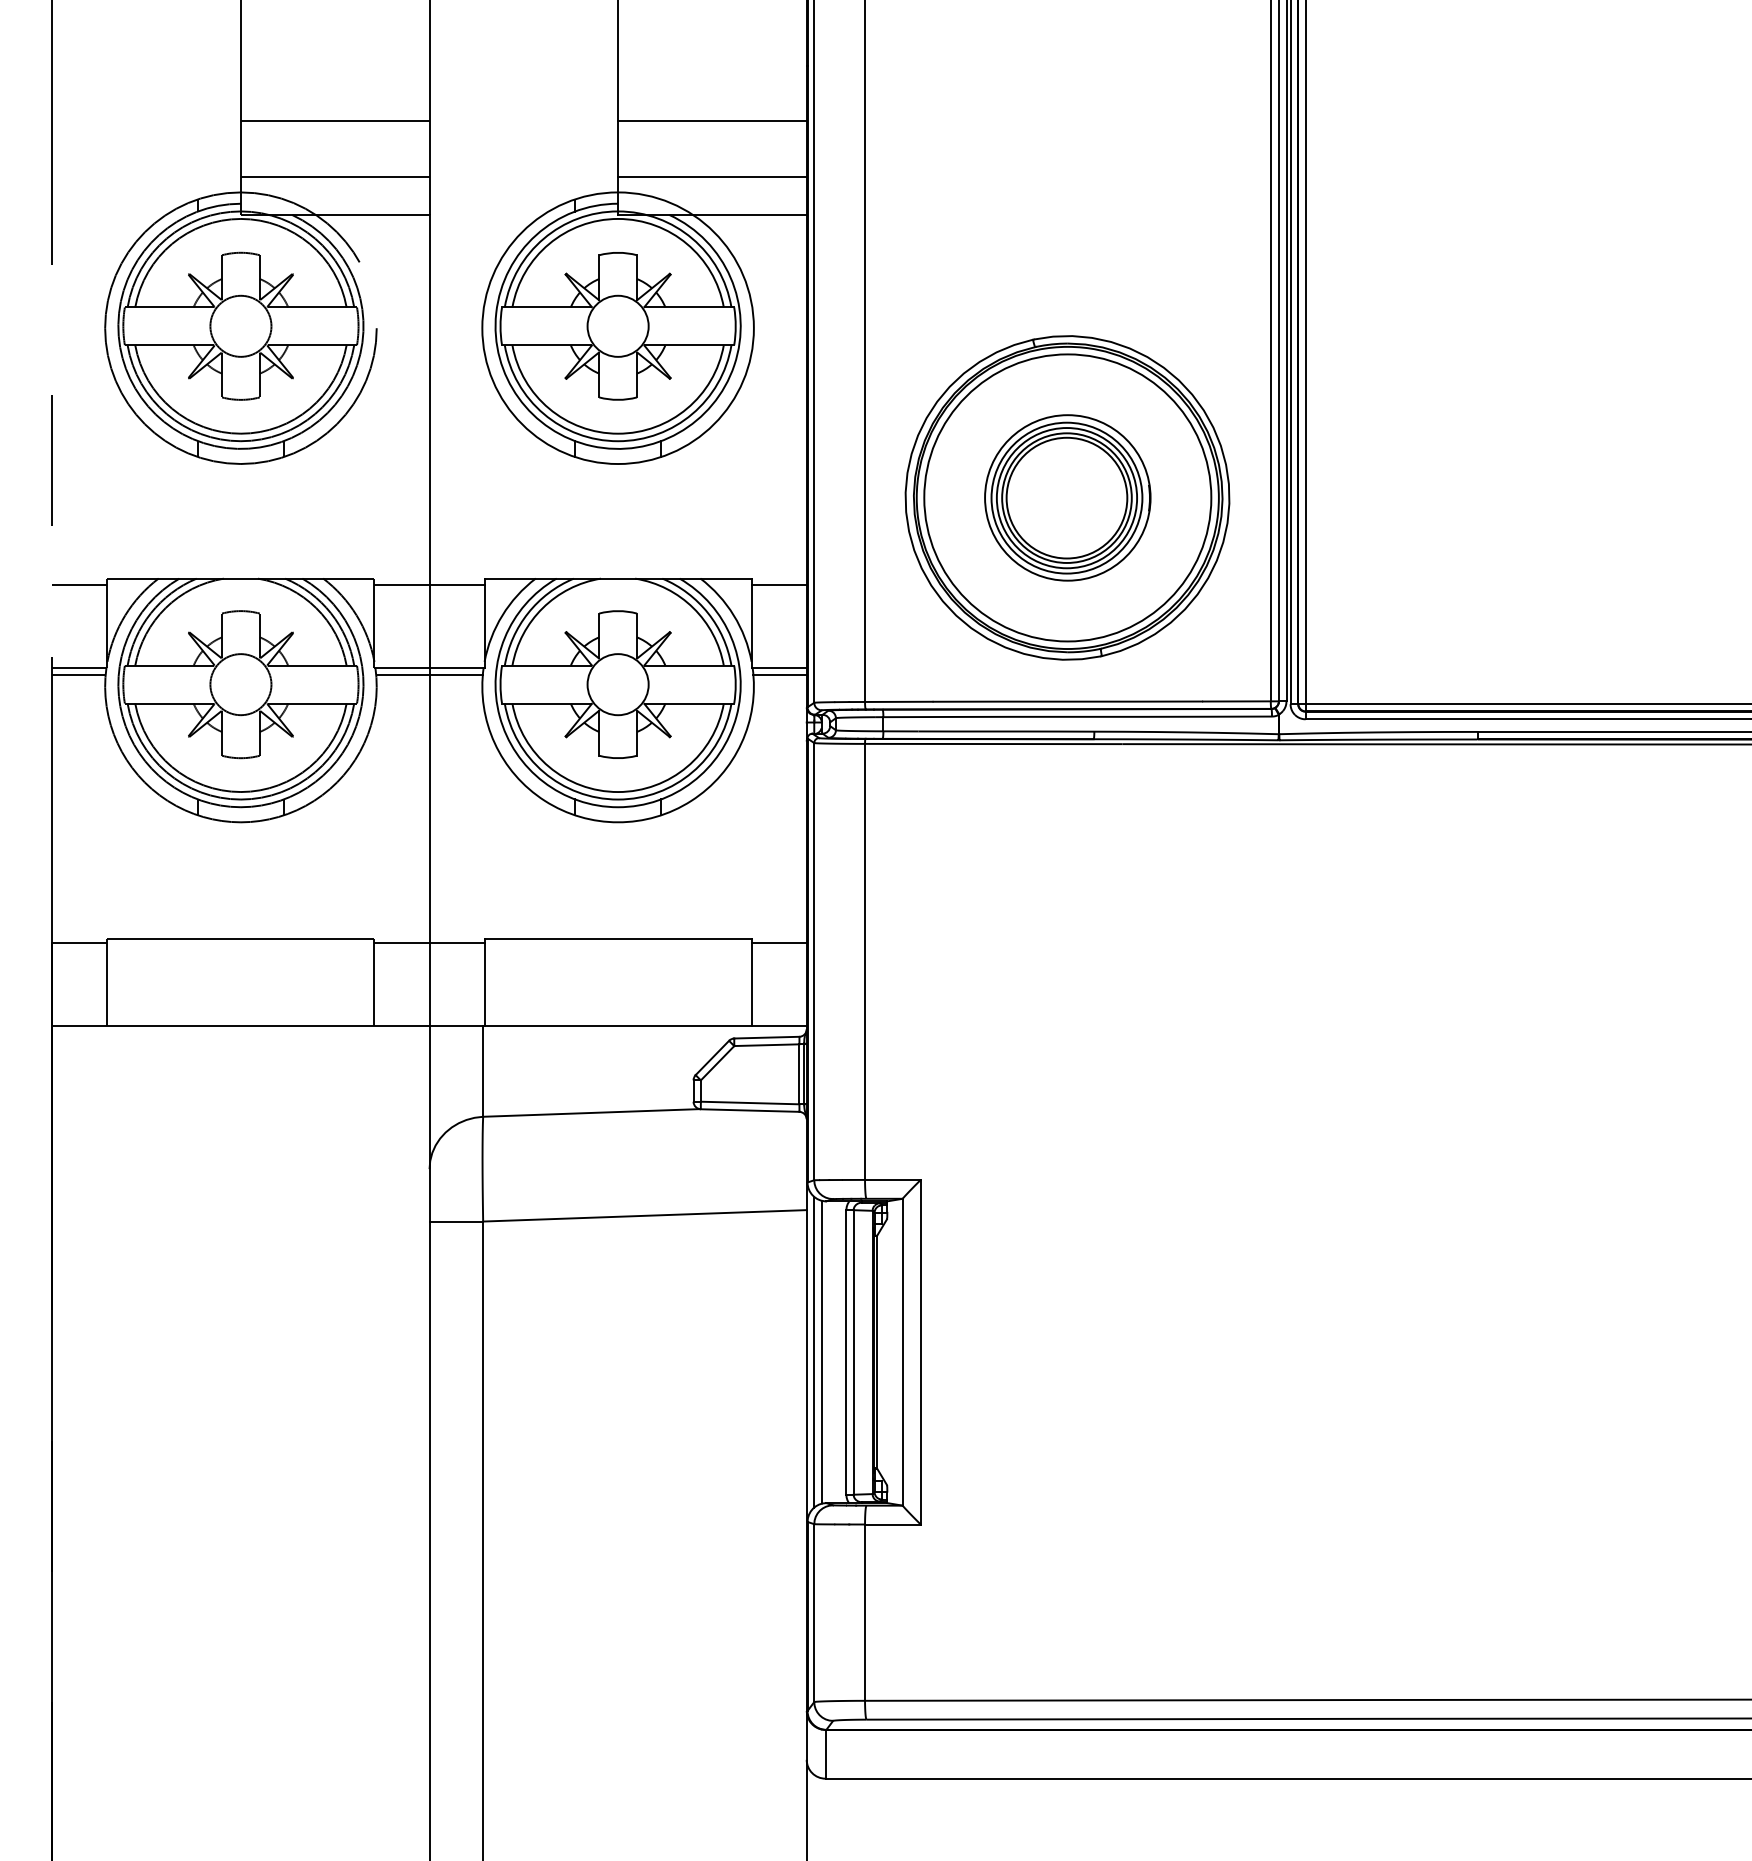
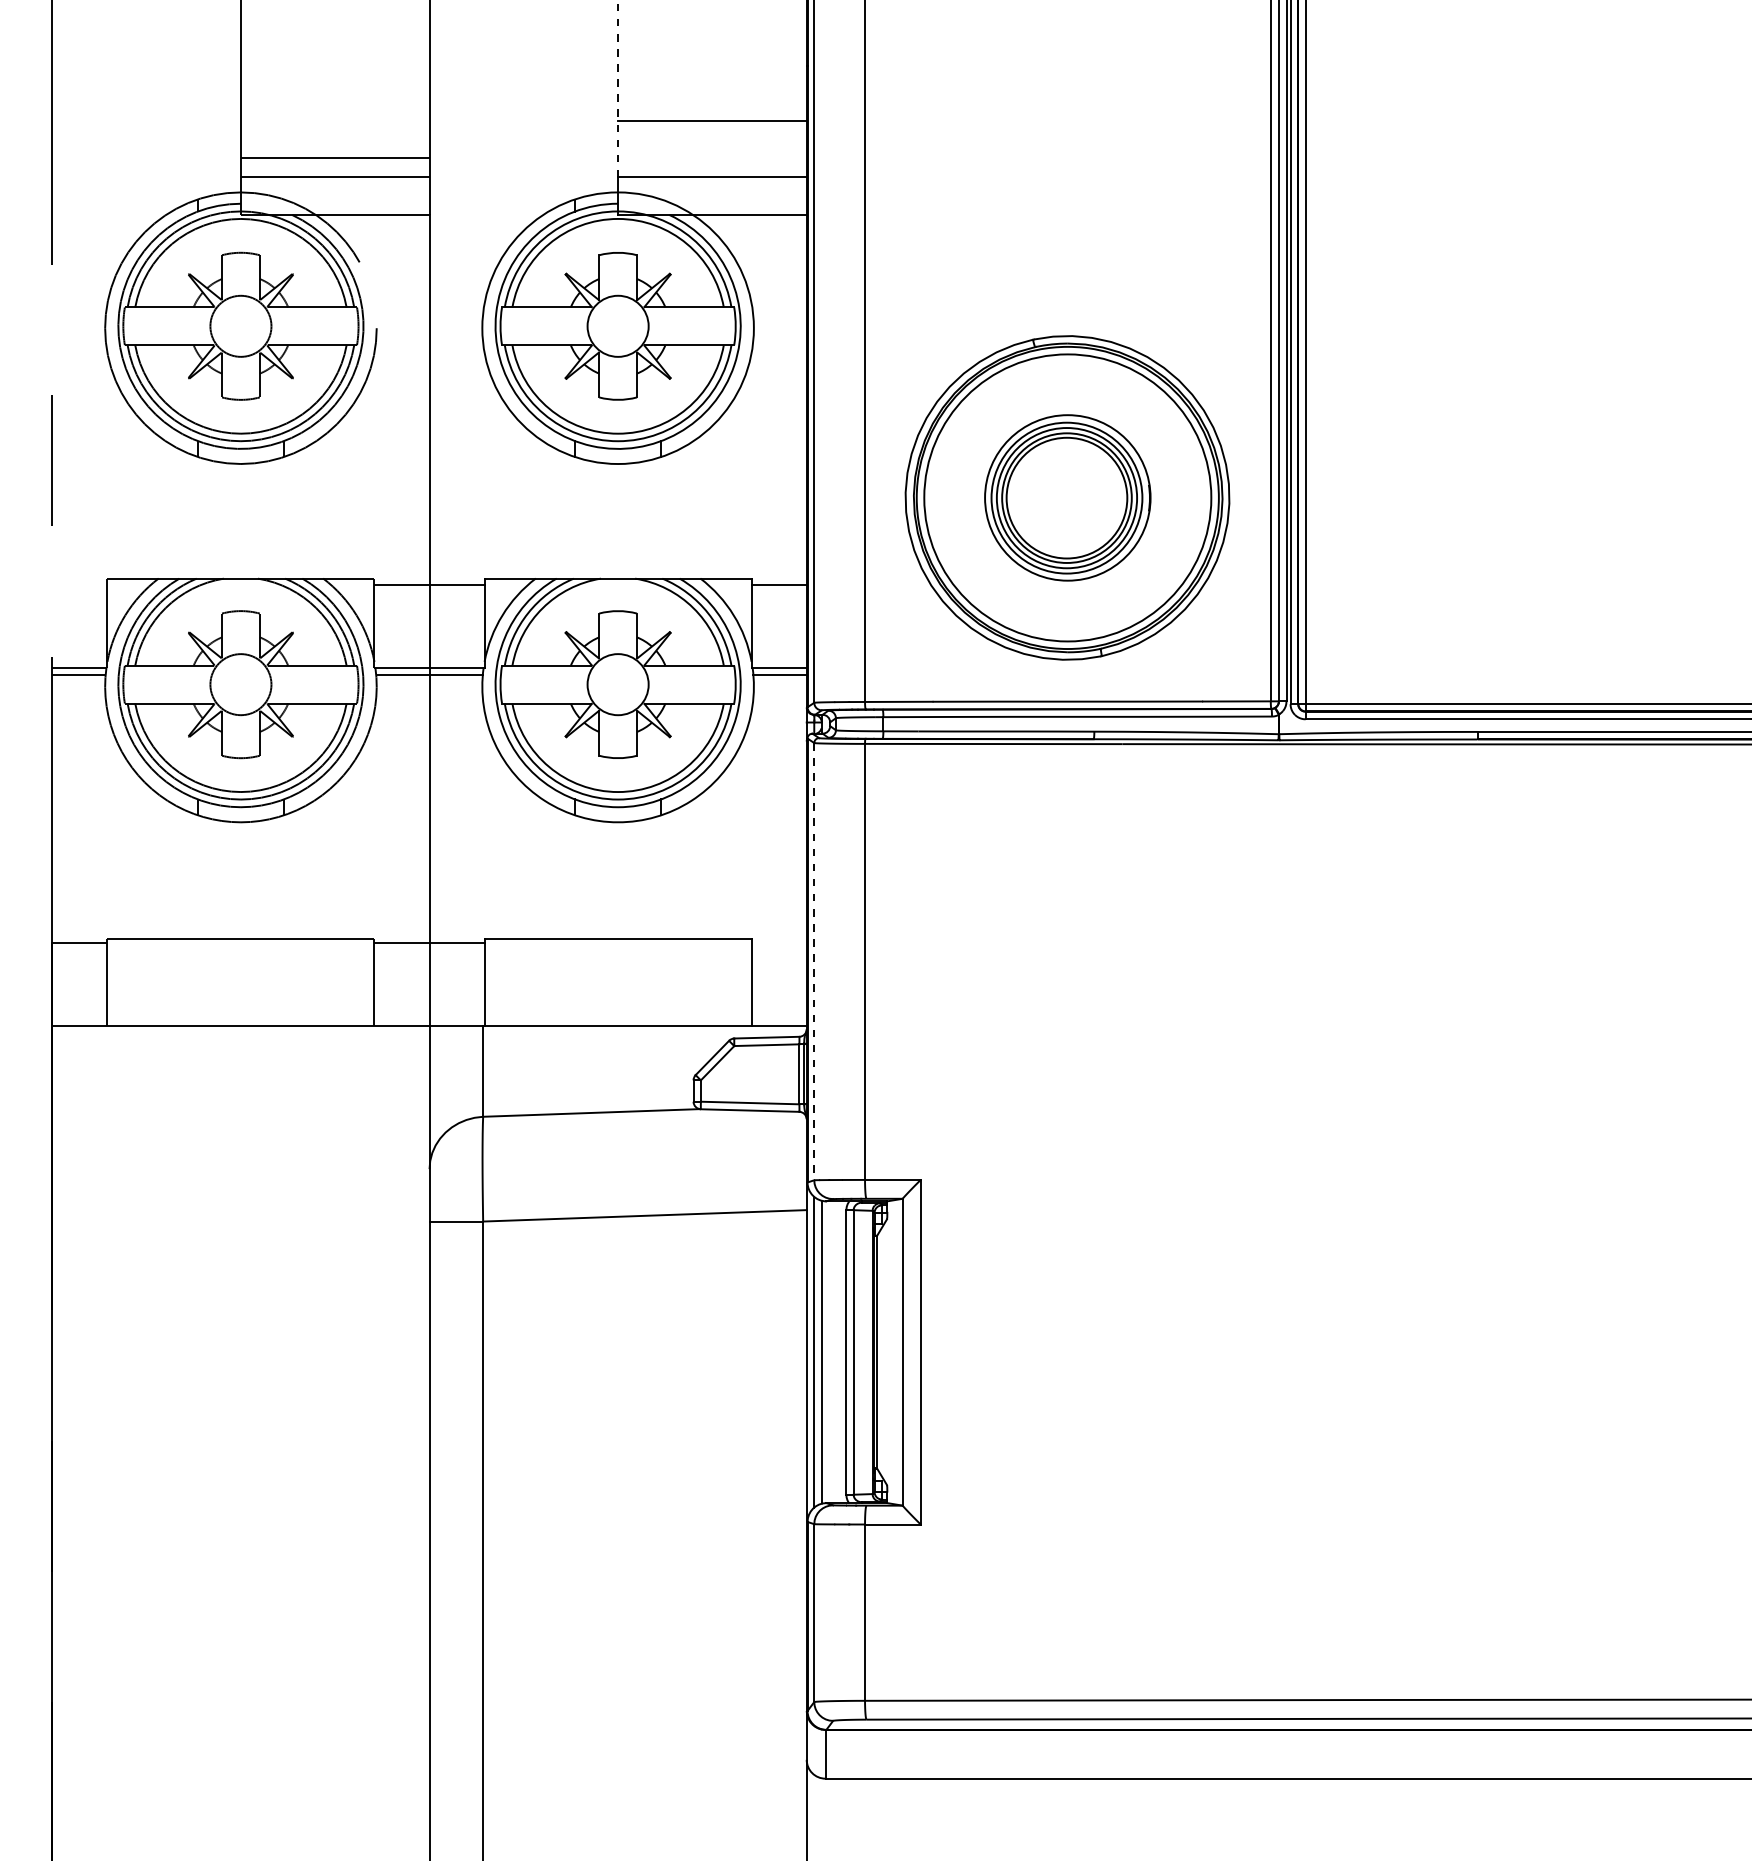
line at (618, 88): solid -> dashed
line at (334, 120) position: (334, 120) -> (334, 157)
line at (79, 584): present -> none
line at (778, 943): present -> none
line at (814, 961): solid -> dashed
